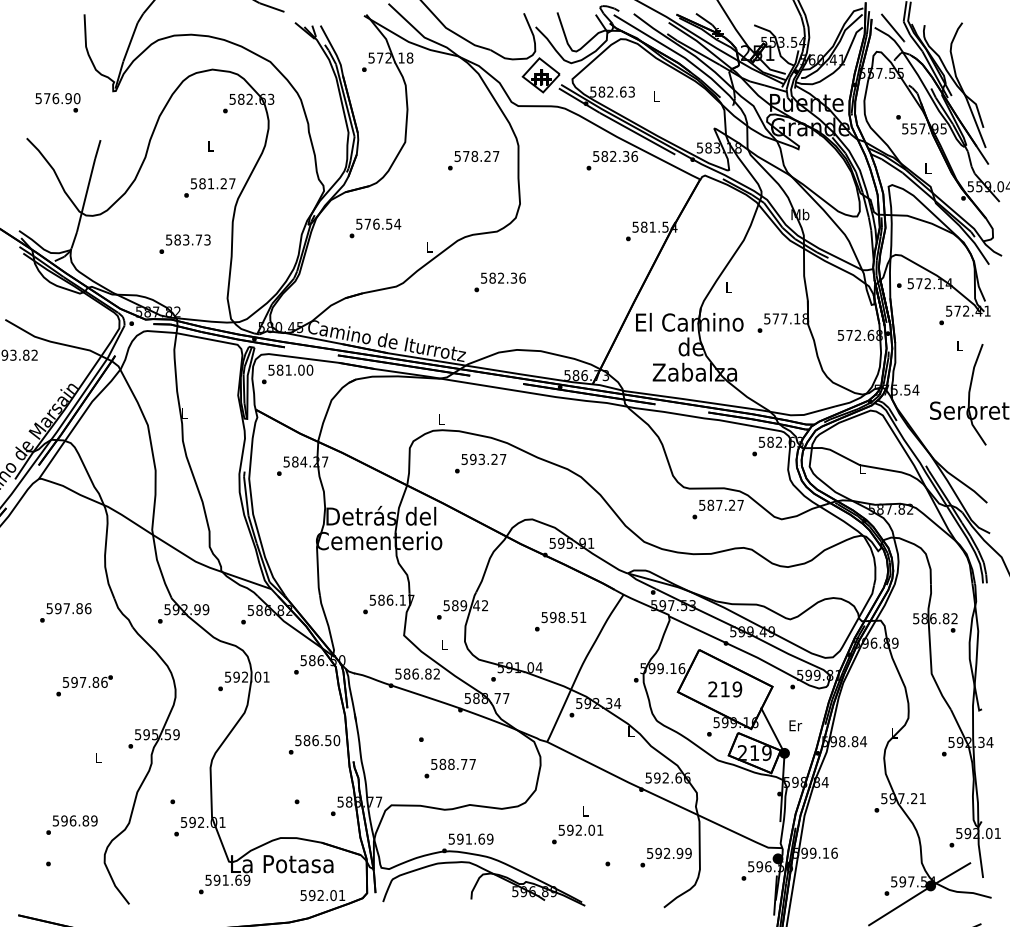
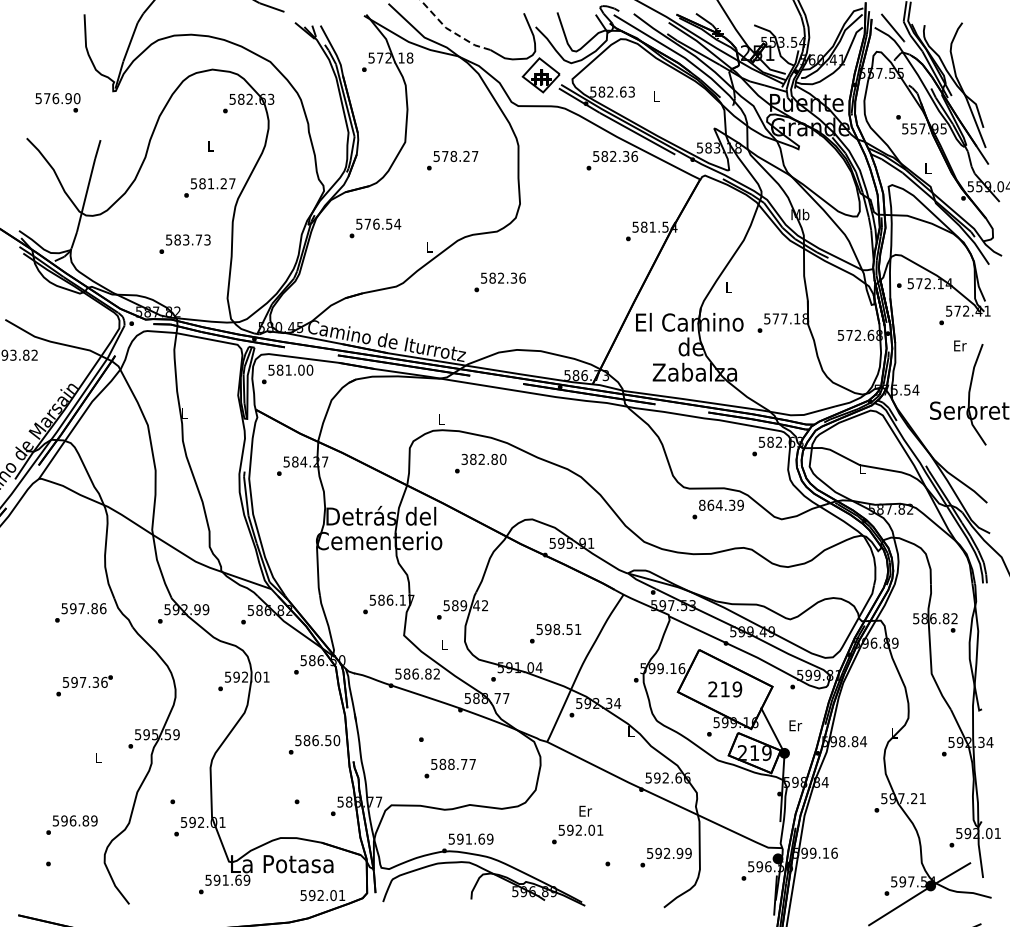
line at (451, 30): solid -> dashed
text at (473, 160) position: (473, 160) -> (452, 160)
text at (960, 345): L -> Er
text at (484, 459): 593.27 -> 382.80
text at (721, 504): 587.27 -> 864.39
text at (65, 612) position: (65, 612) -> (80, 612)
text at (560, 621) position: (560, 621) -> (555, 633)
text at (95, 682): 597.86 -> 597.36
text at (585, 810): L -> Er
